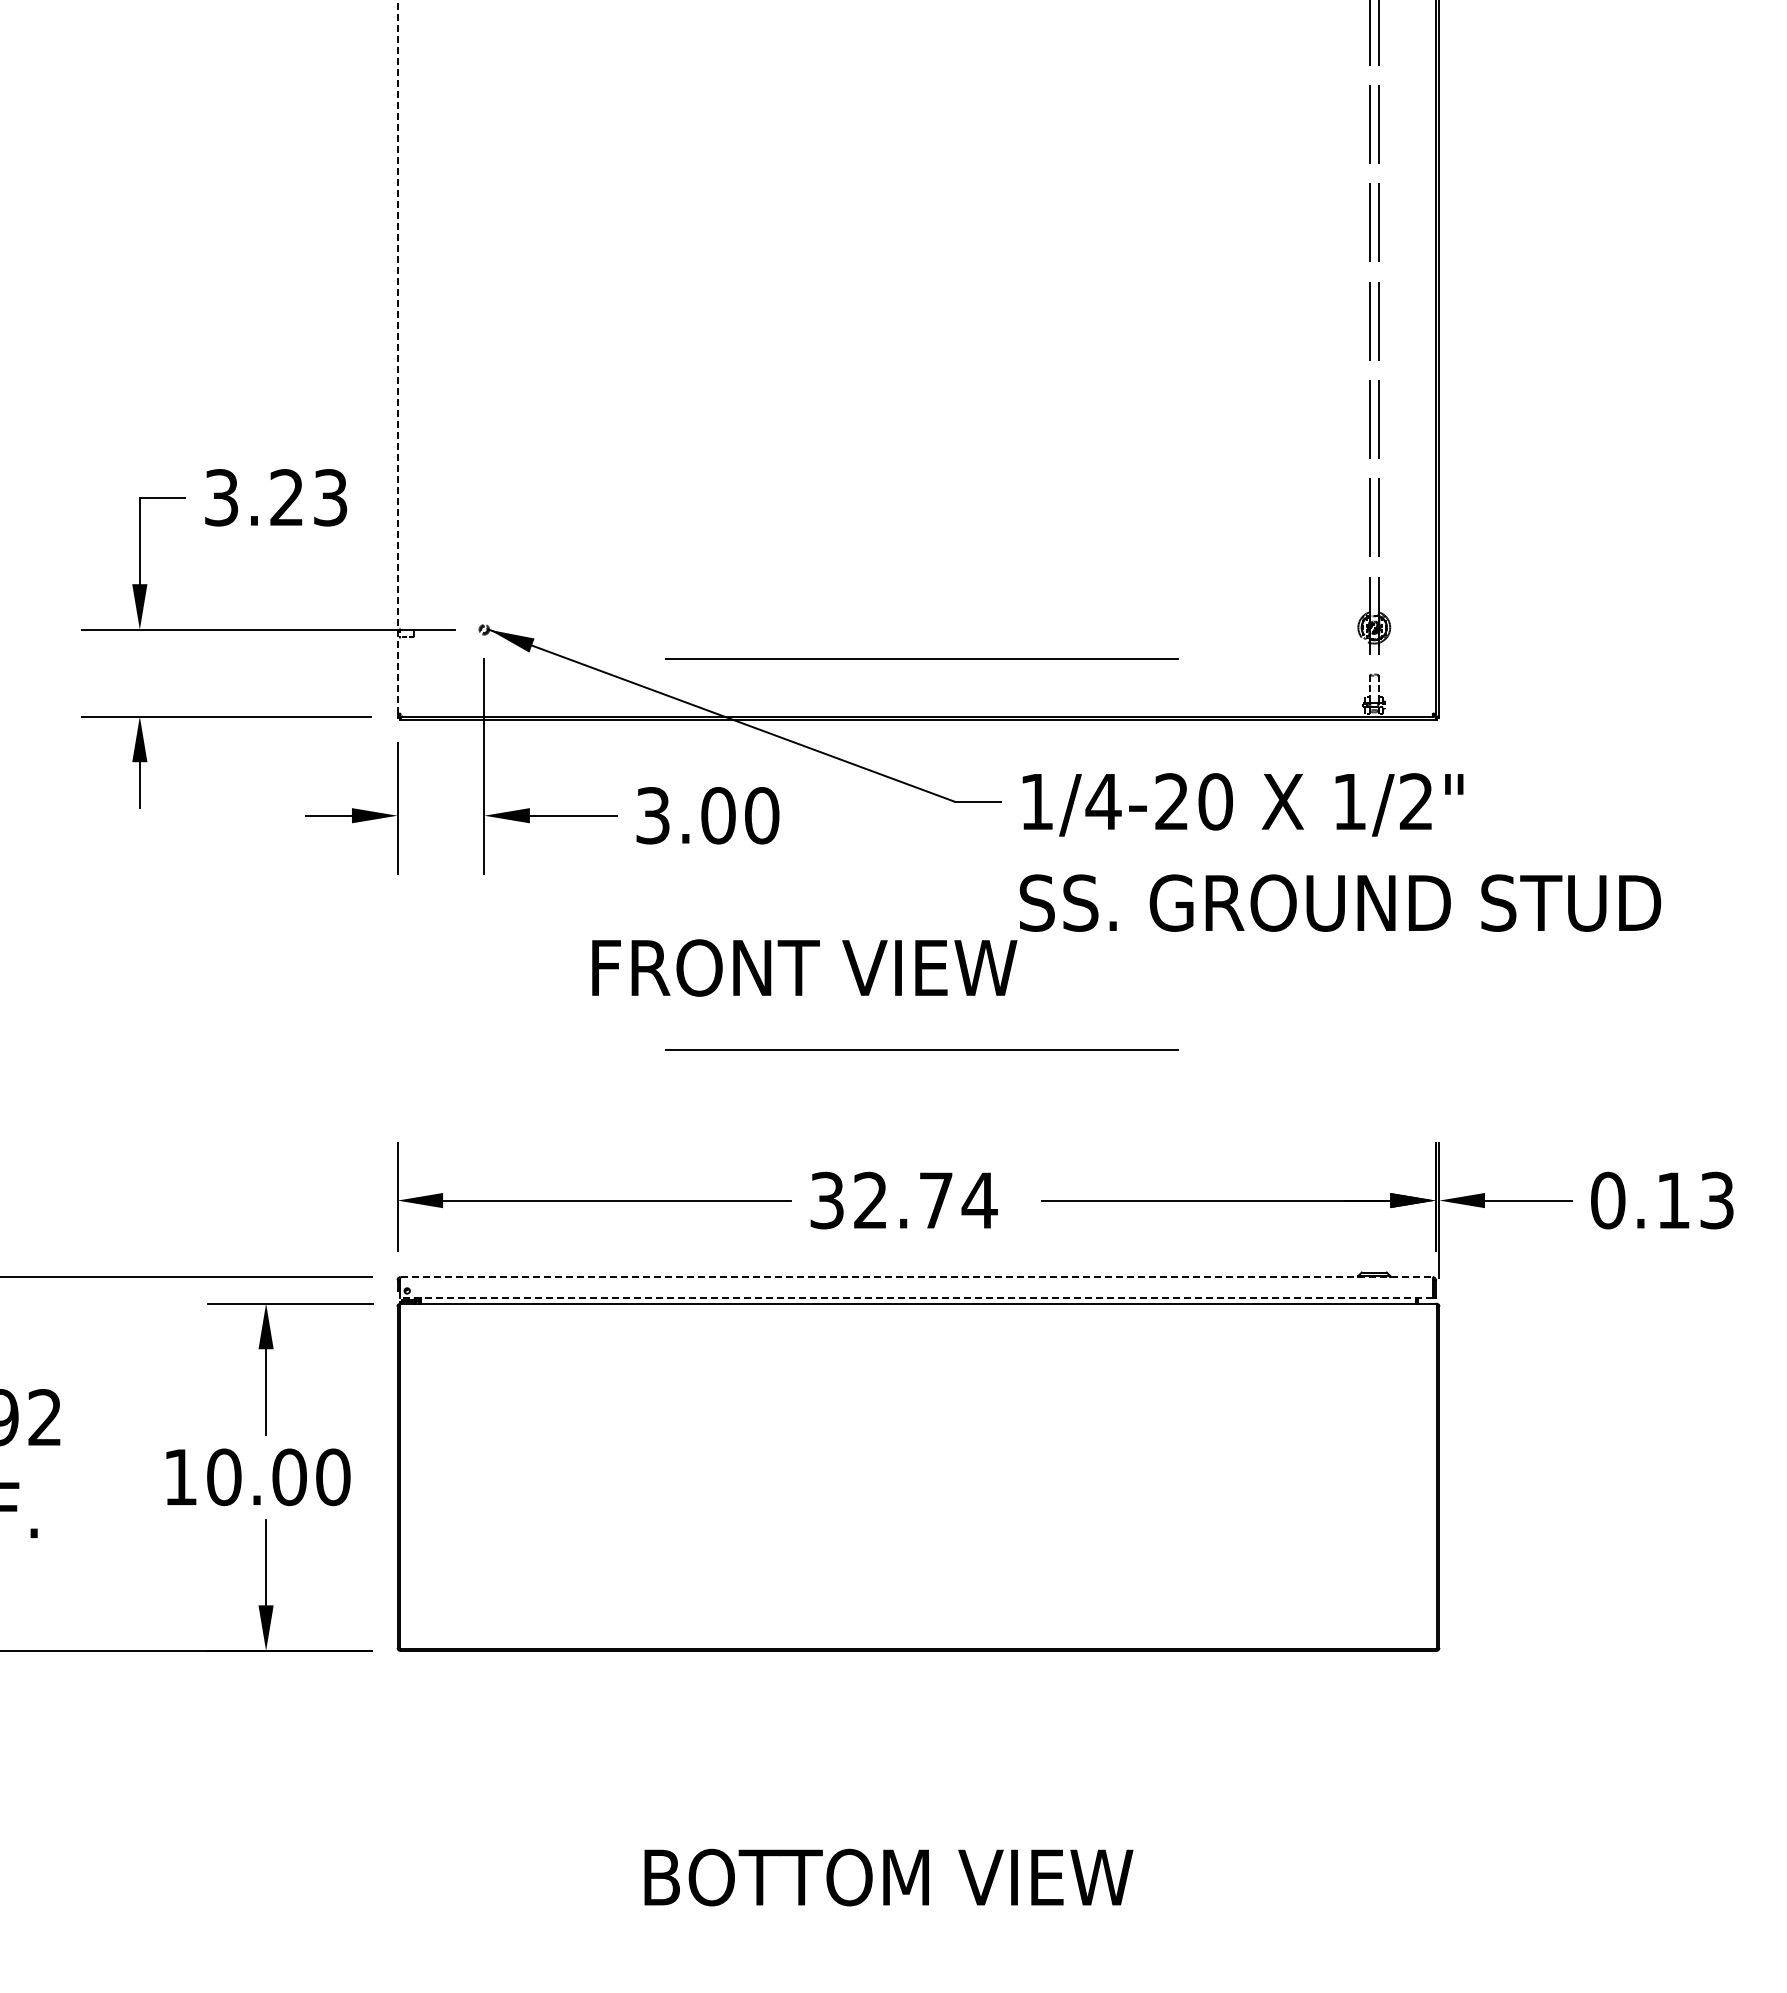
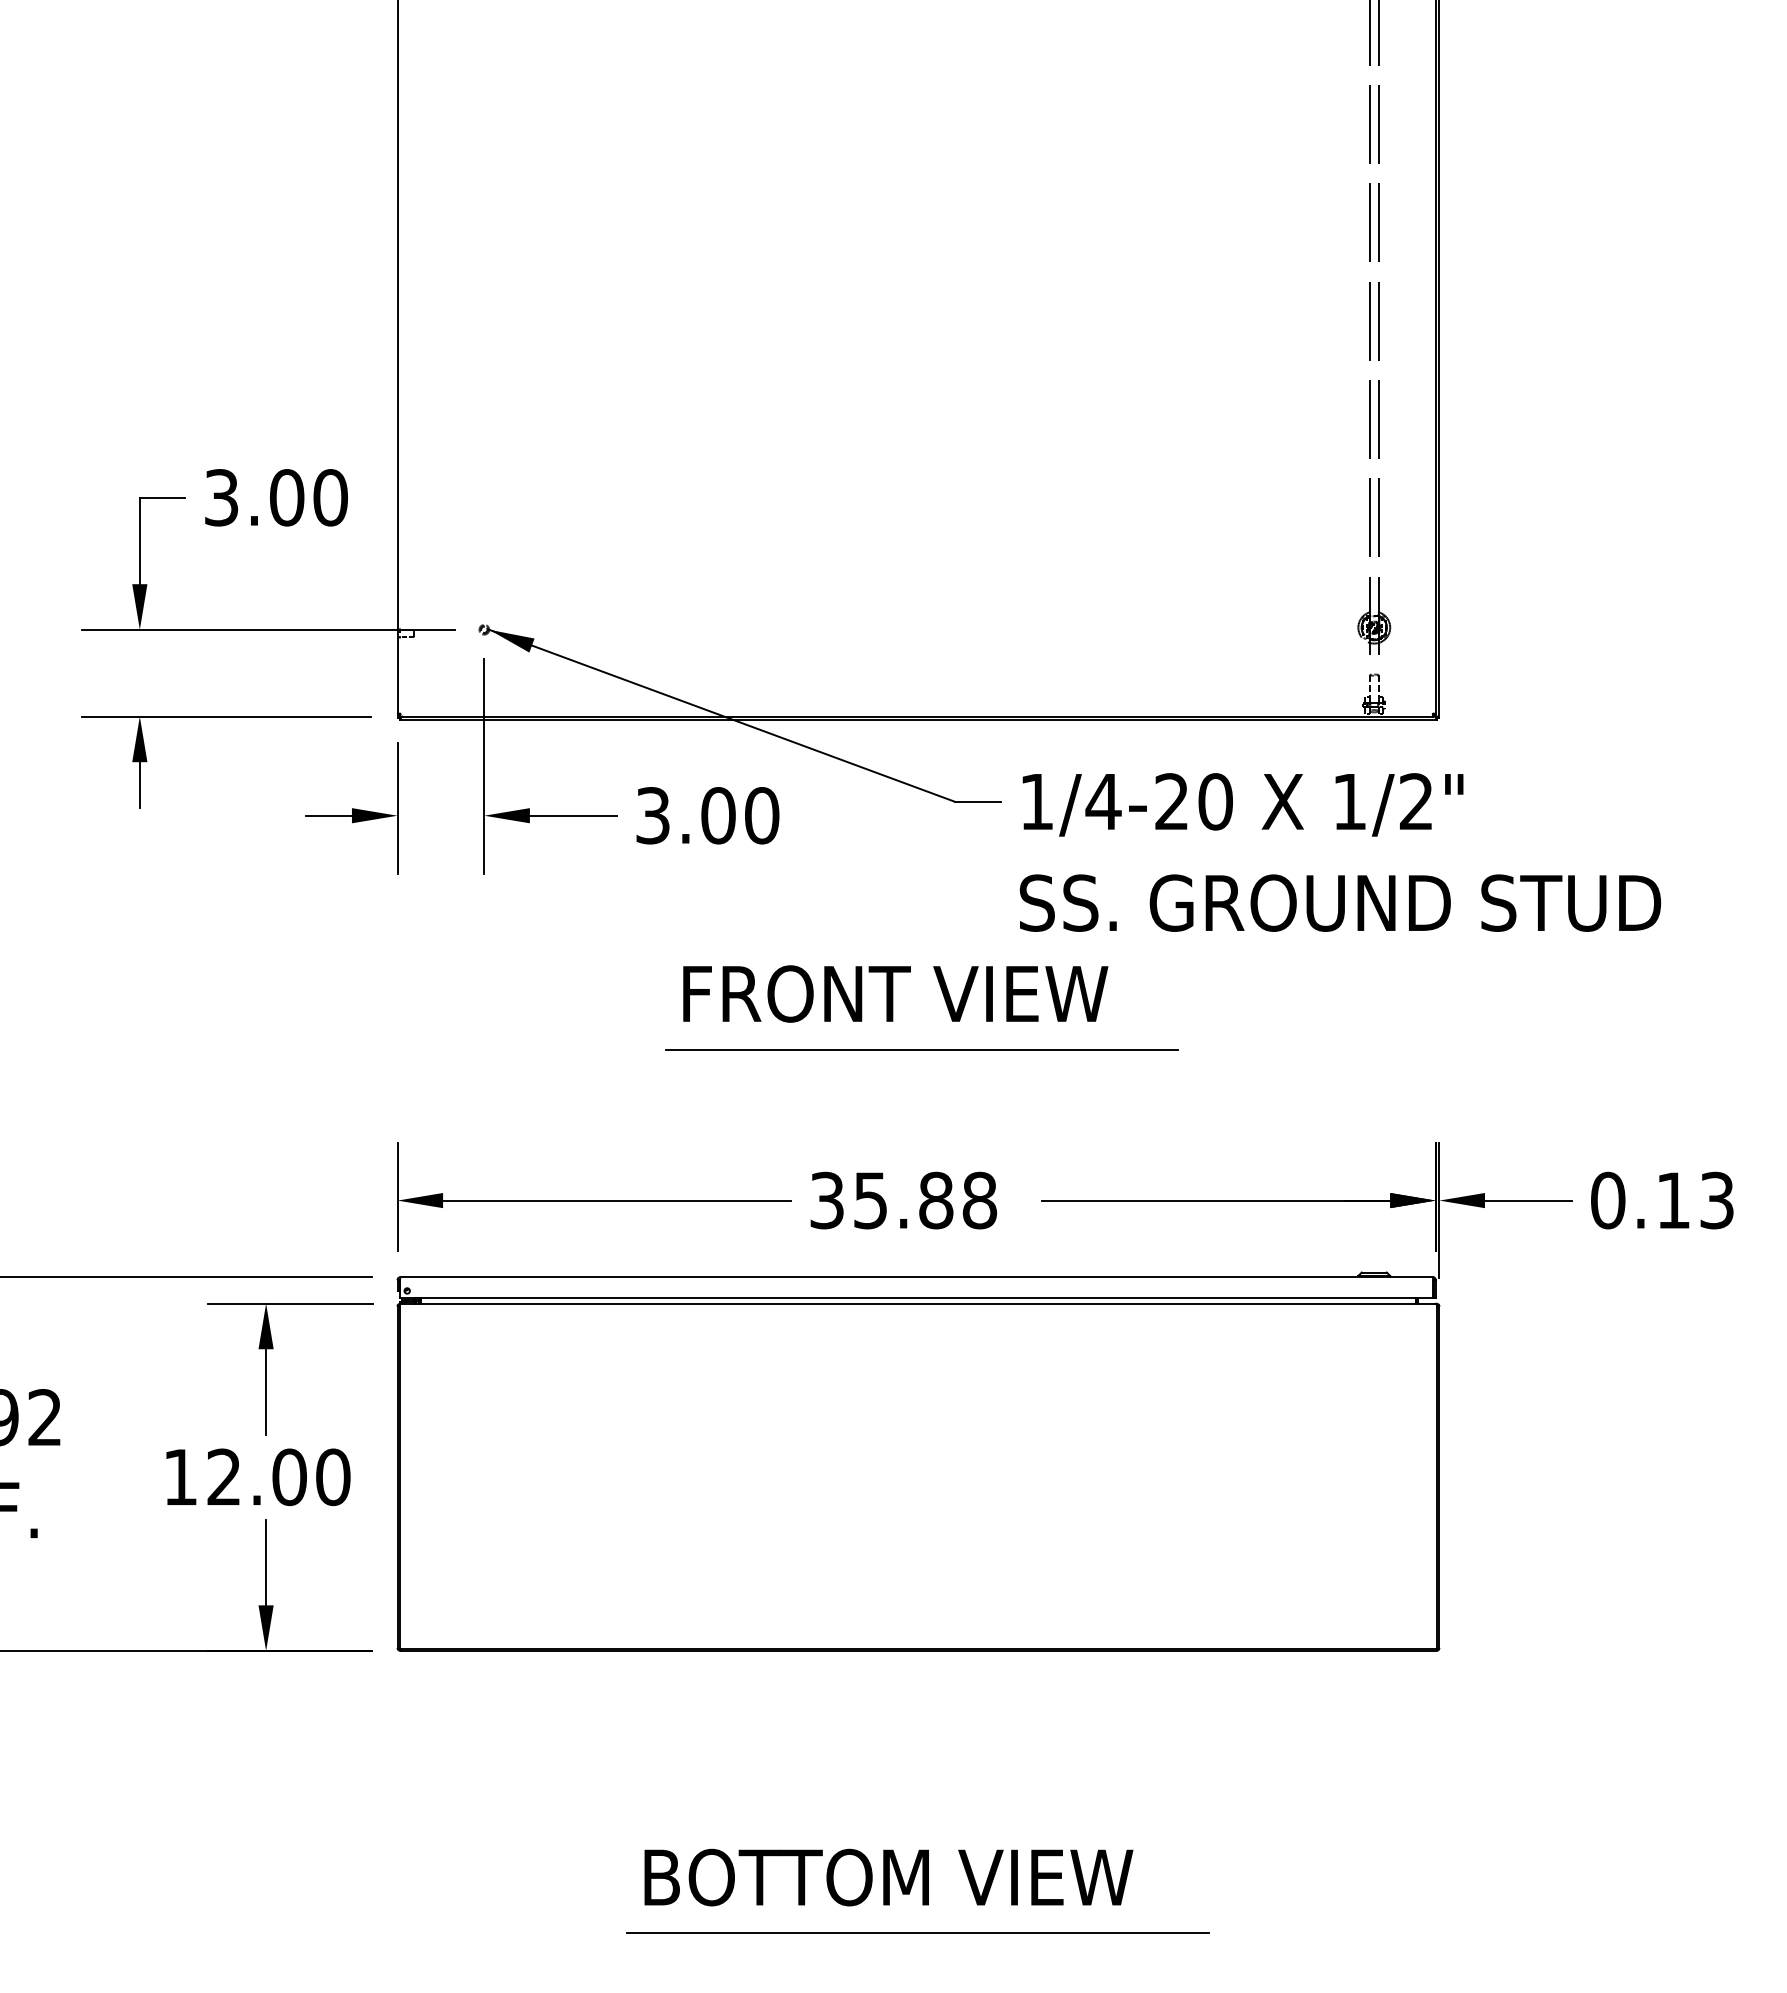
line at (397, 357): dashed -> solid
text at (308, 497): 3.23 -> 3.00
line at (921, 658): present -> none
text at (804, 967) position: (804, 967) -> (895, 993)
text at (925, 1200): 32.74 -> 35.88
line at (917, 1277): dashed -> solid
line at (916, 1298): dashed -> solid
text at (224, 1477): 10.00 -> 12.00
line at (918, 1933): none -> present
